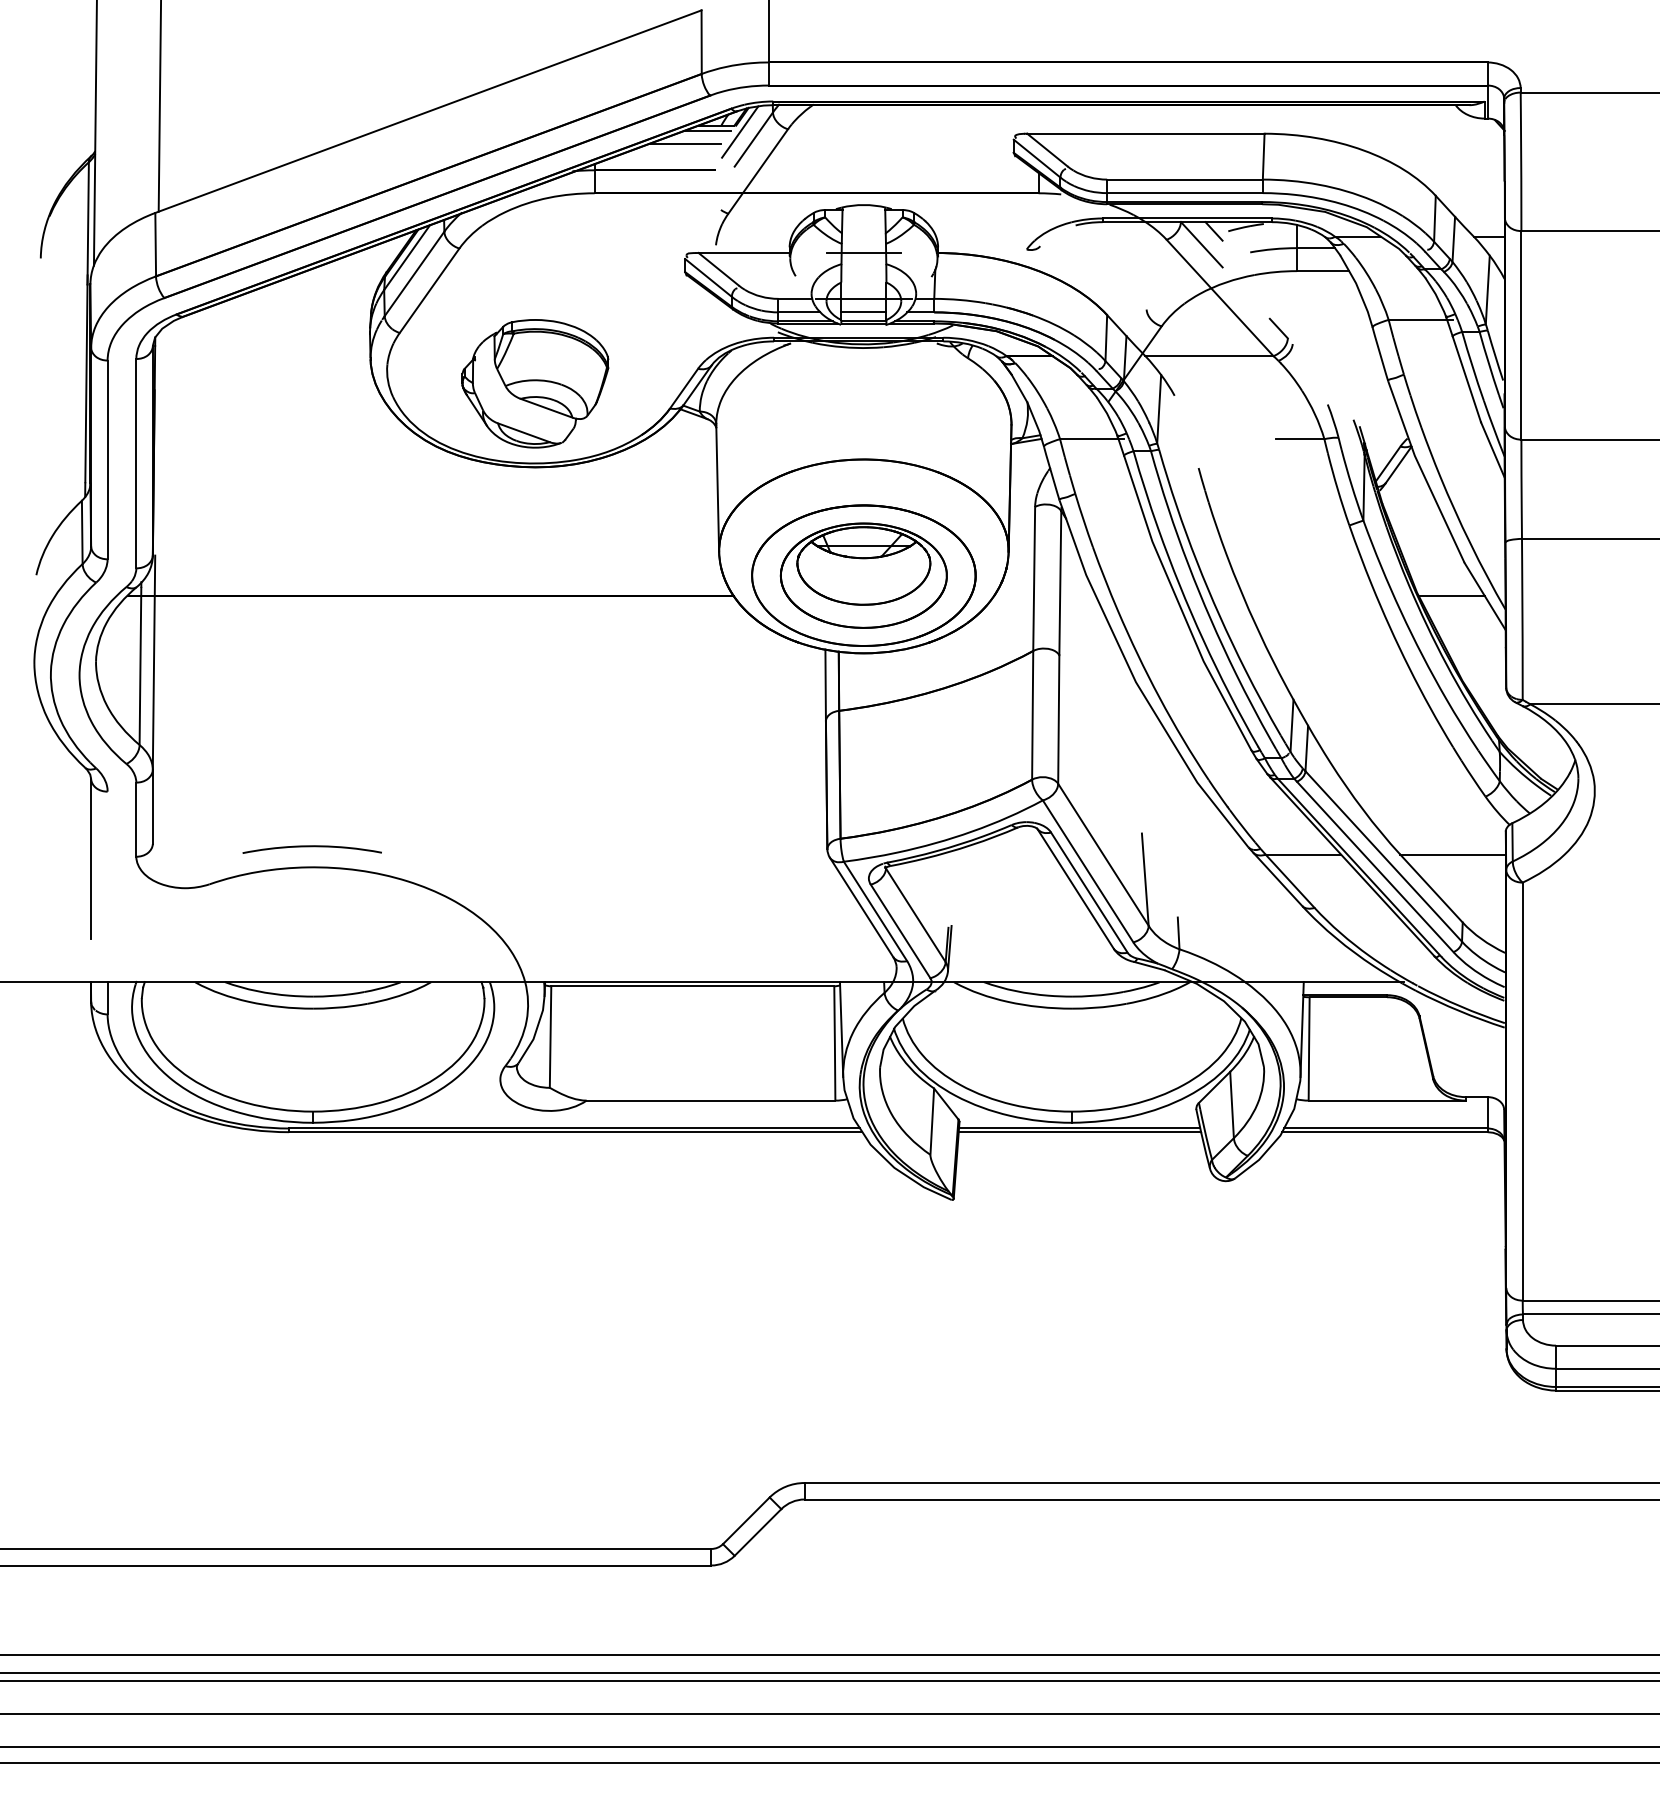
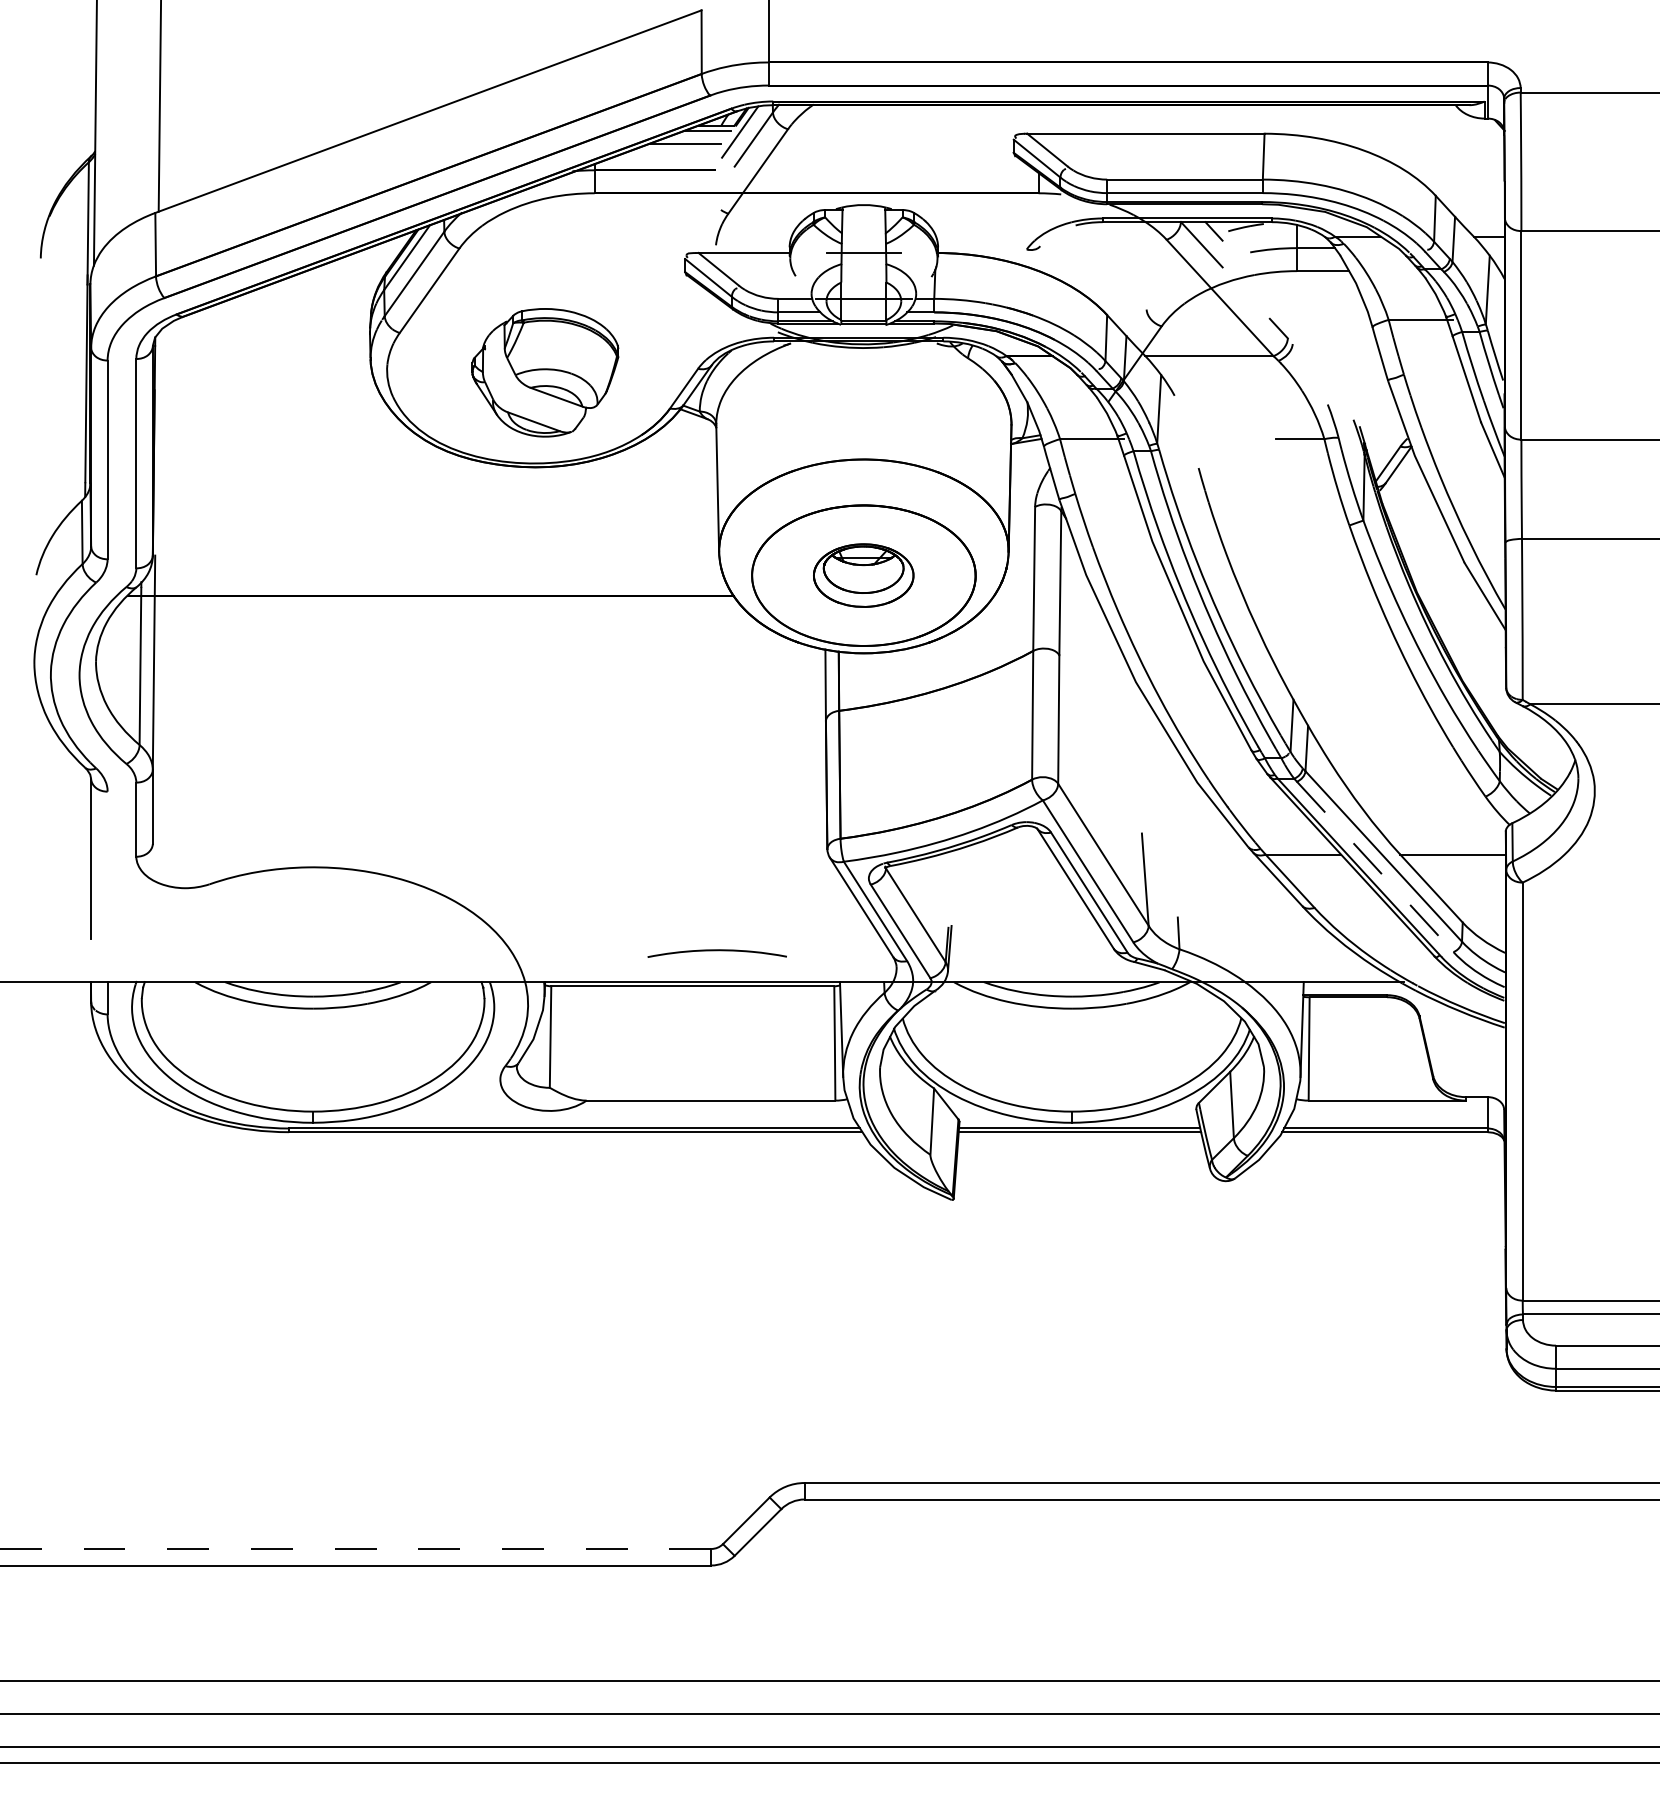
line at (863, 312): present -> none
part at (535, 383) position: (535, 383) -> (545, 372)
part at (863, 575) size: 169x107 px -> 102x65 px
line at (1451, 595): present -> none
curve at (311, 847) position: (311, 847) -> (716, 951)
line at (1375, 866): solid -> dashed
line at (355, 1548): solid -> dashed
line at (829, 1654): present -> none
line at (829, 1673): present -> none
